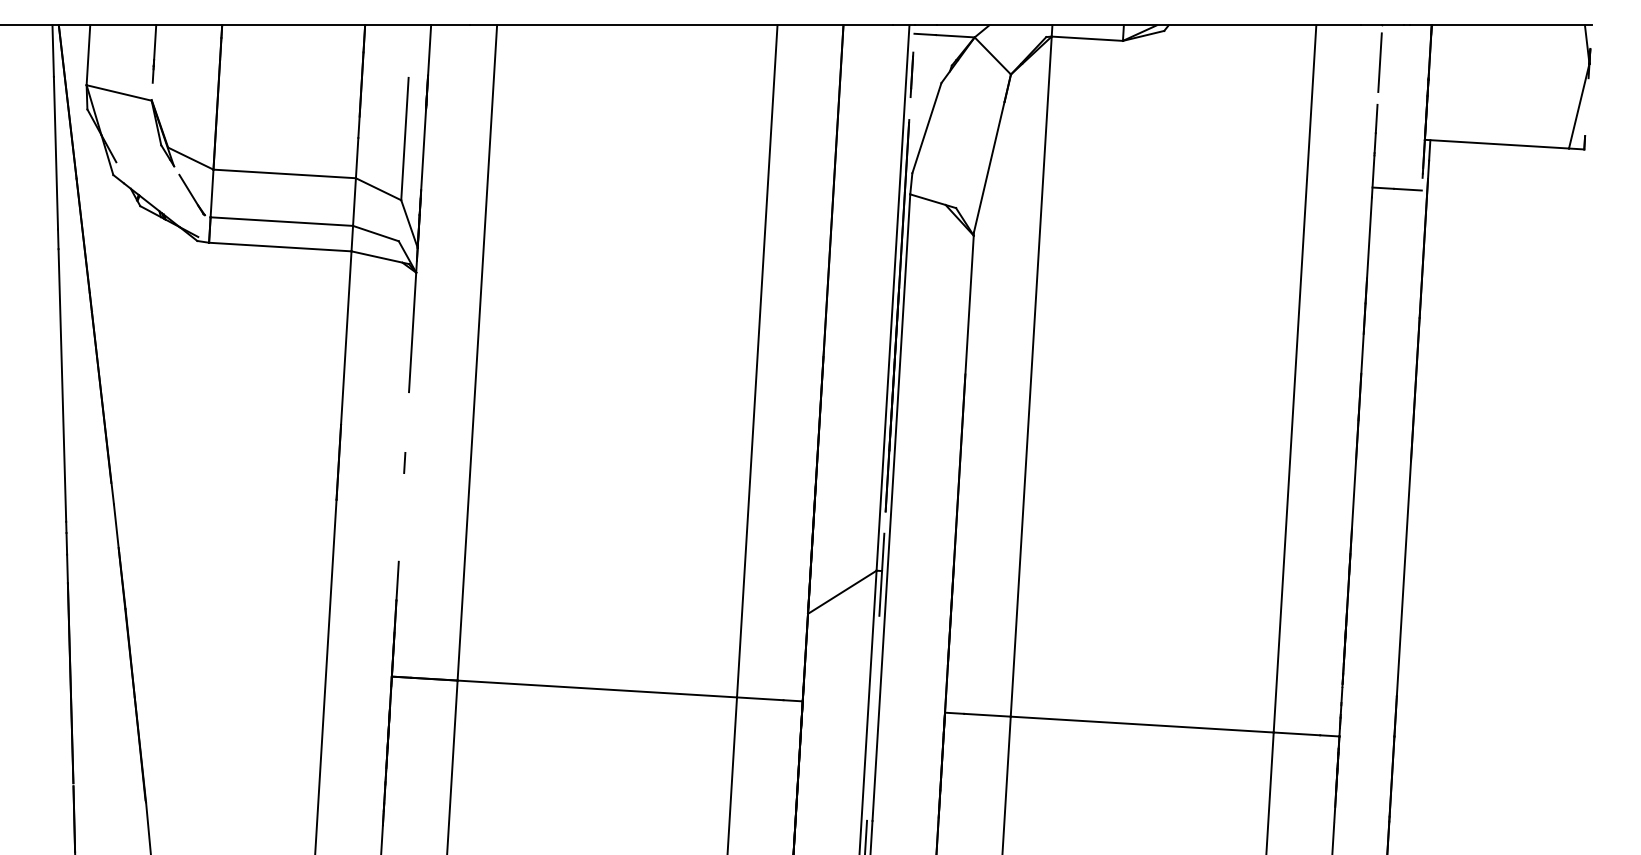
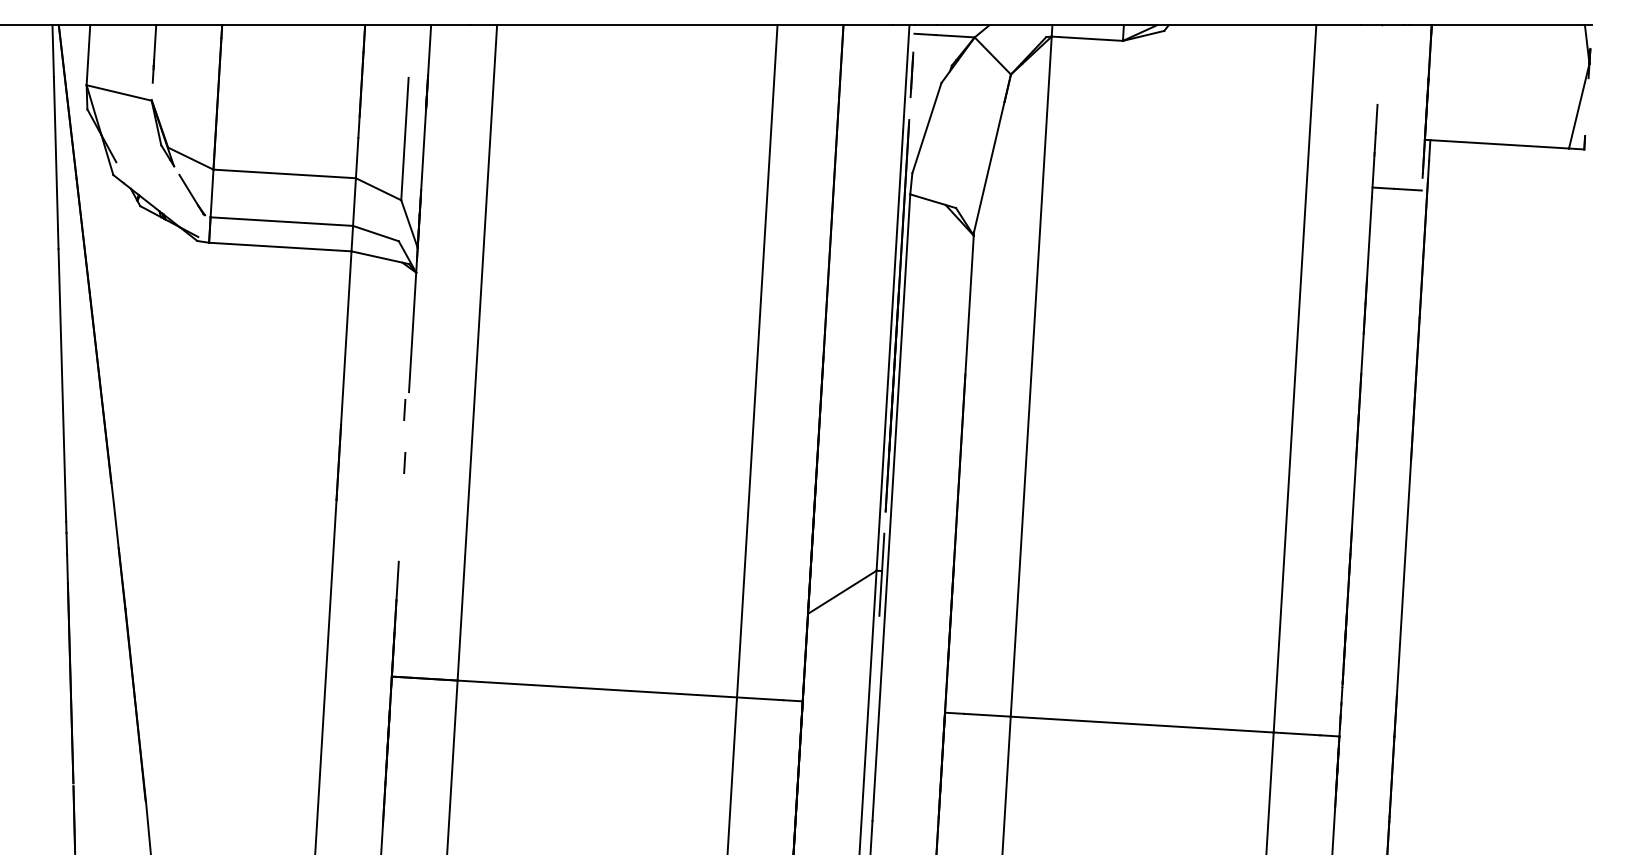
line at (1379, 62): present -> none
line at (404, 409): none -> present
line at (866, 835): present -> none
